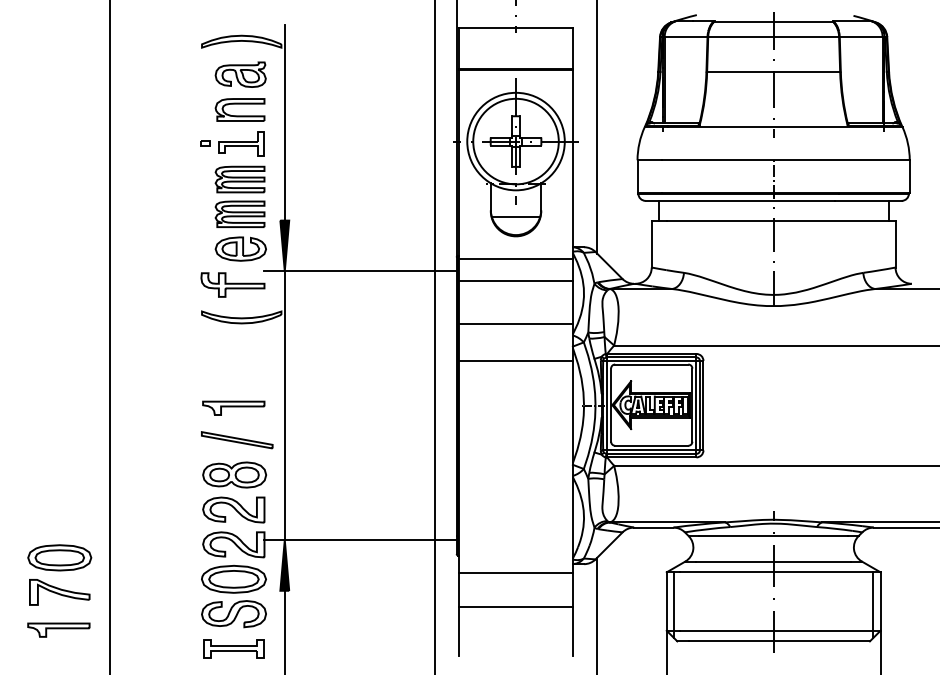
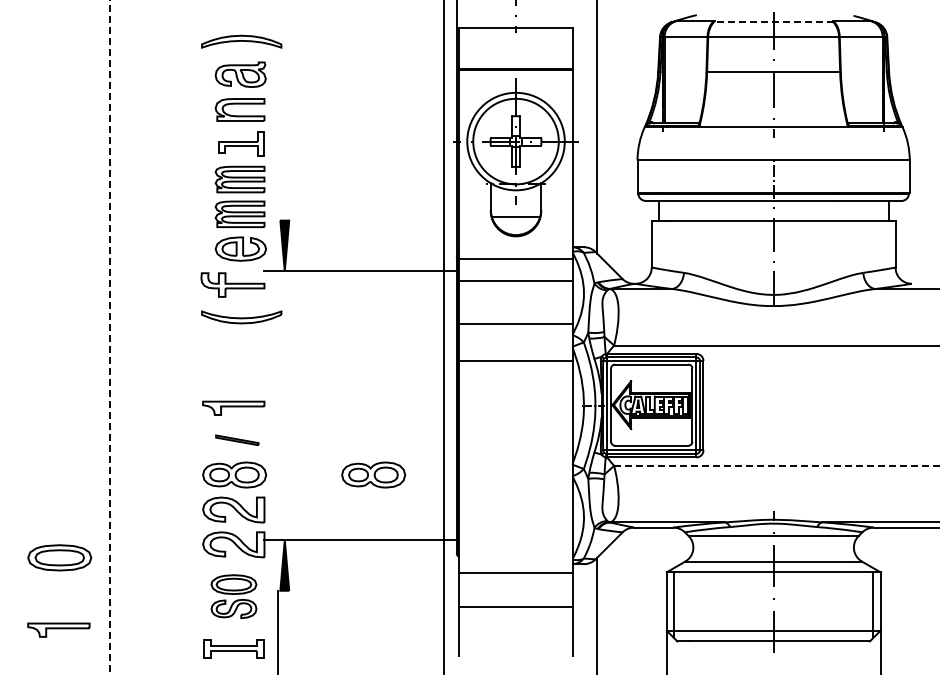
line at (773, 22): solid -> dashed
line at (284, 122): present -> none
part at (205, 143): present -> none
line at (434, 336) position: (434, 336) -> (443, 336)
line at (109, 337): solid -> dashed
line at (284, 405): present -> none
part at (237, 440) size: 73x19 px -> 45x12 px
line at (776, 465): solid -> dashed
part at (373, 474): none -> present
part at (59, 592): present -> none
part at (233, 596) size: 66x64 px -> 48x46 px
line at (284, 630) position: (284, 630) -> (277, 630)
